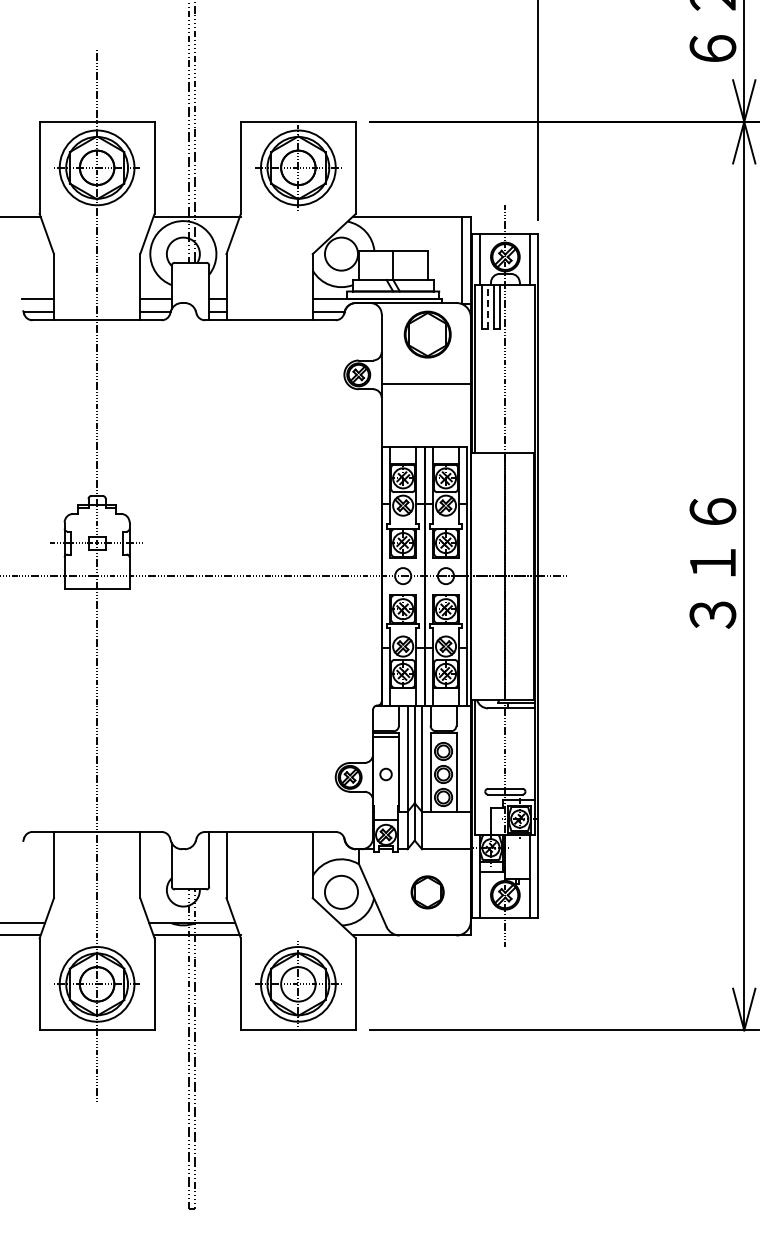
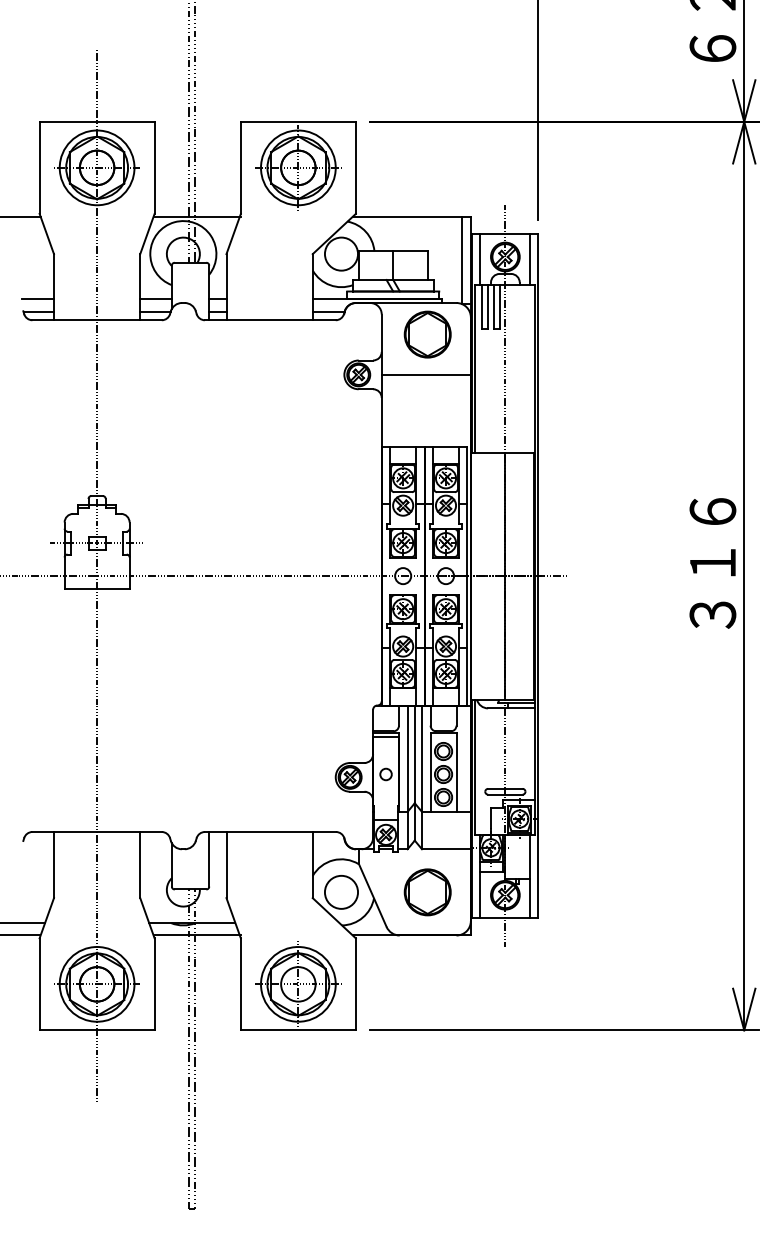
line at (487, 307): dashed -> solid
line at (425, 383) position: (425, 383) -> (425, 374)
part at (427, 892) size: 35x35 px -> 49x49 px
